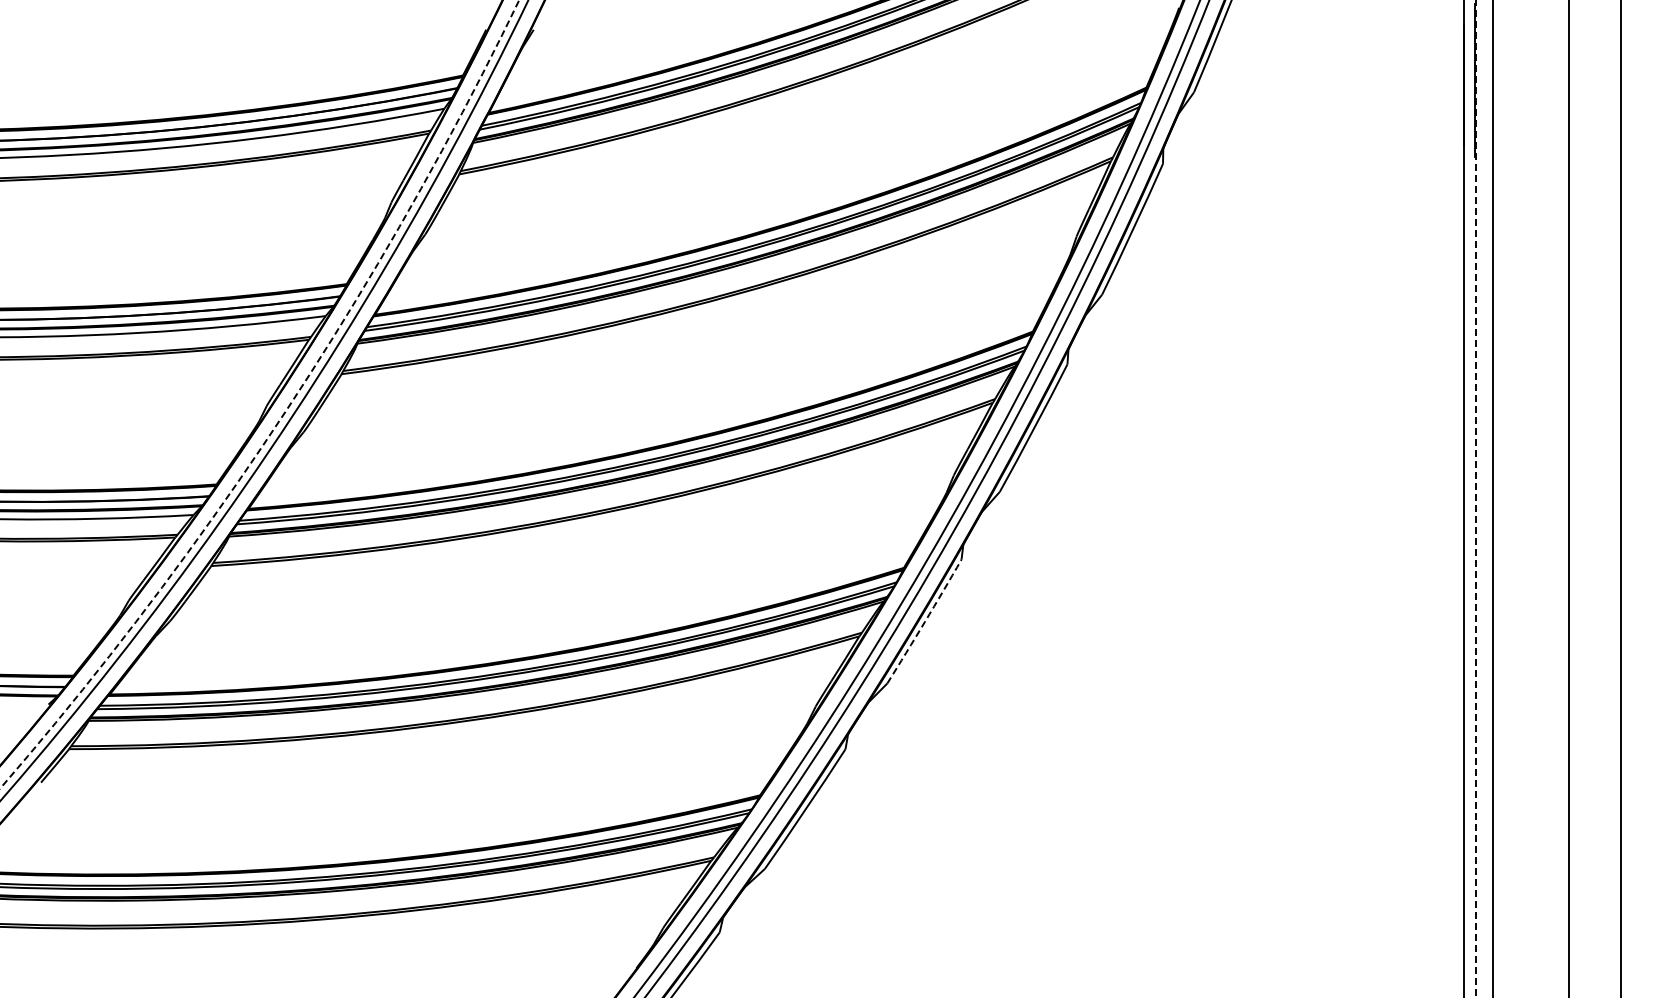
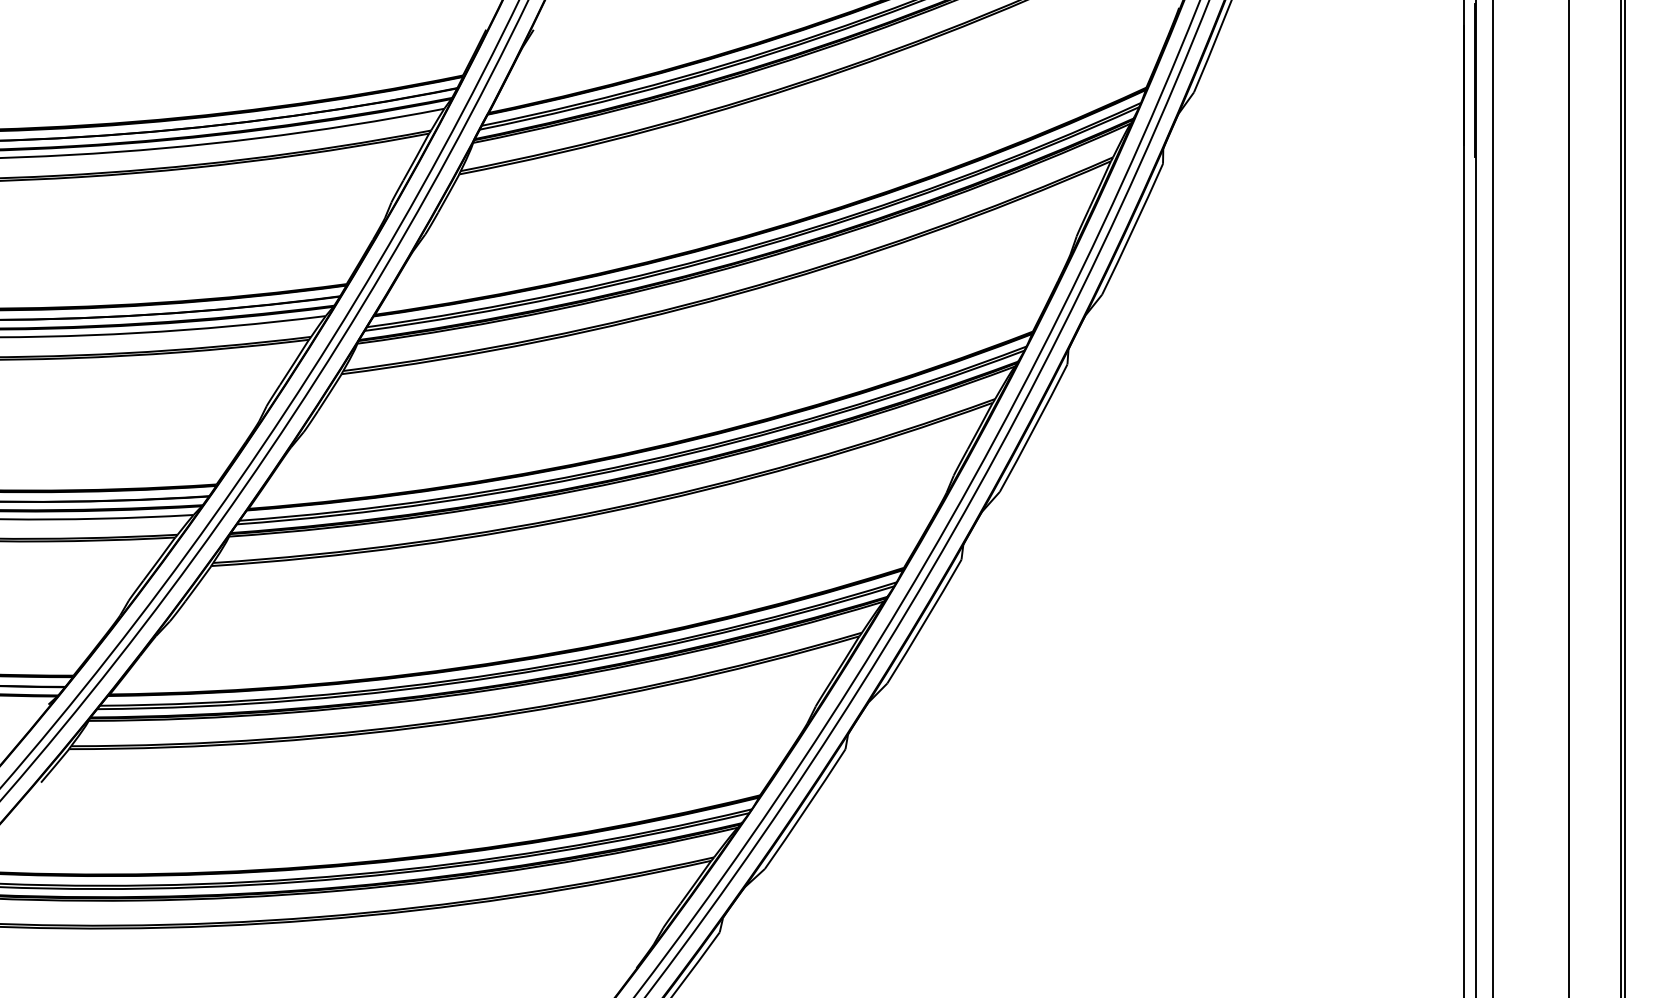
circle at (259, 394): dashed -> solid
line at (1625, 498): none -> present
line at (1476, 499): dashed -> solid
arc at (924, 621): dashed -> solid
